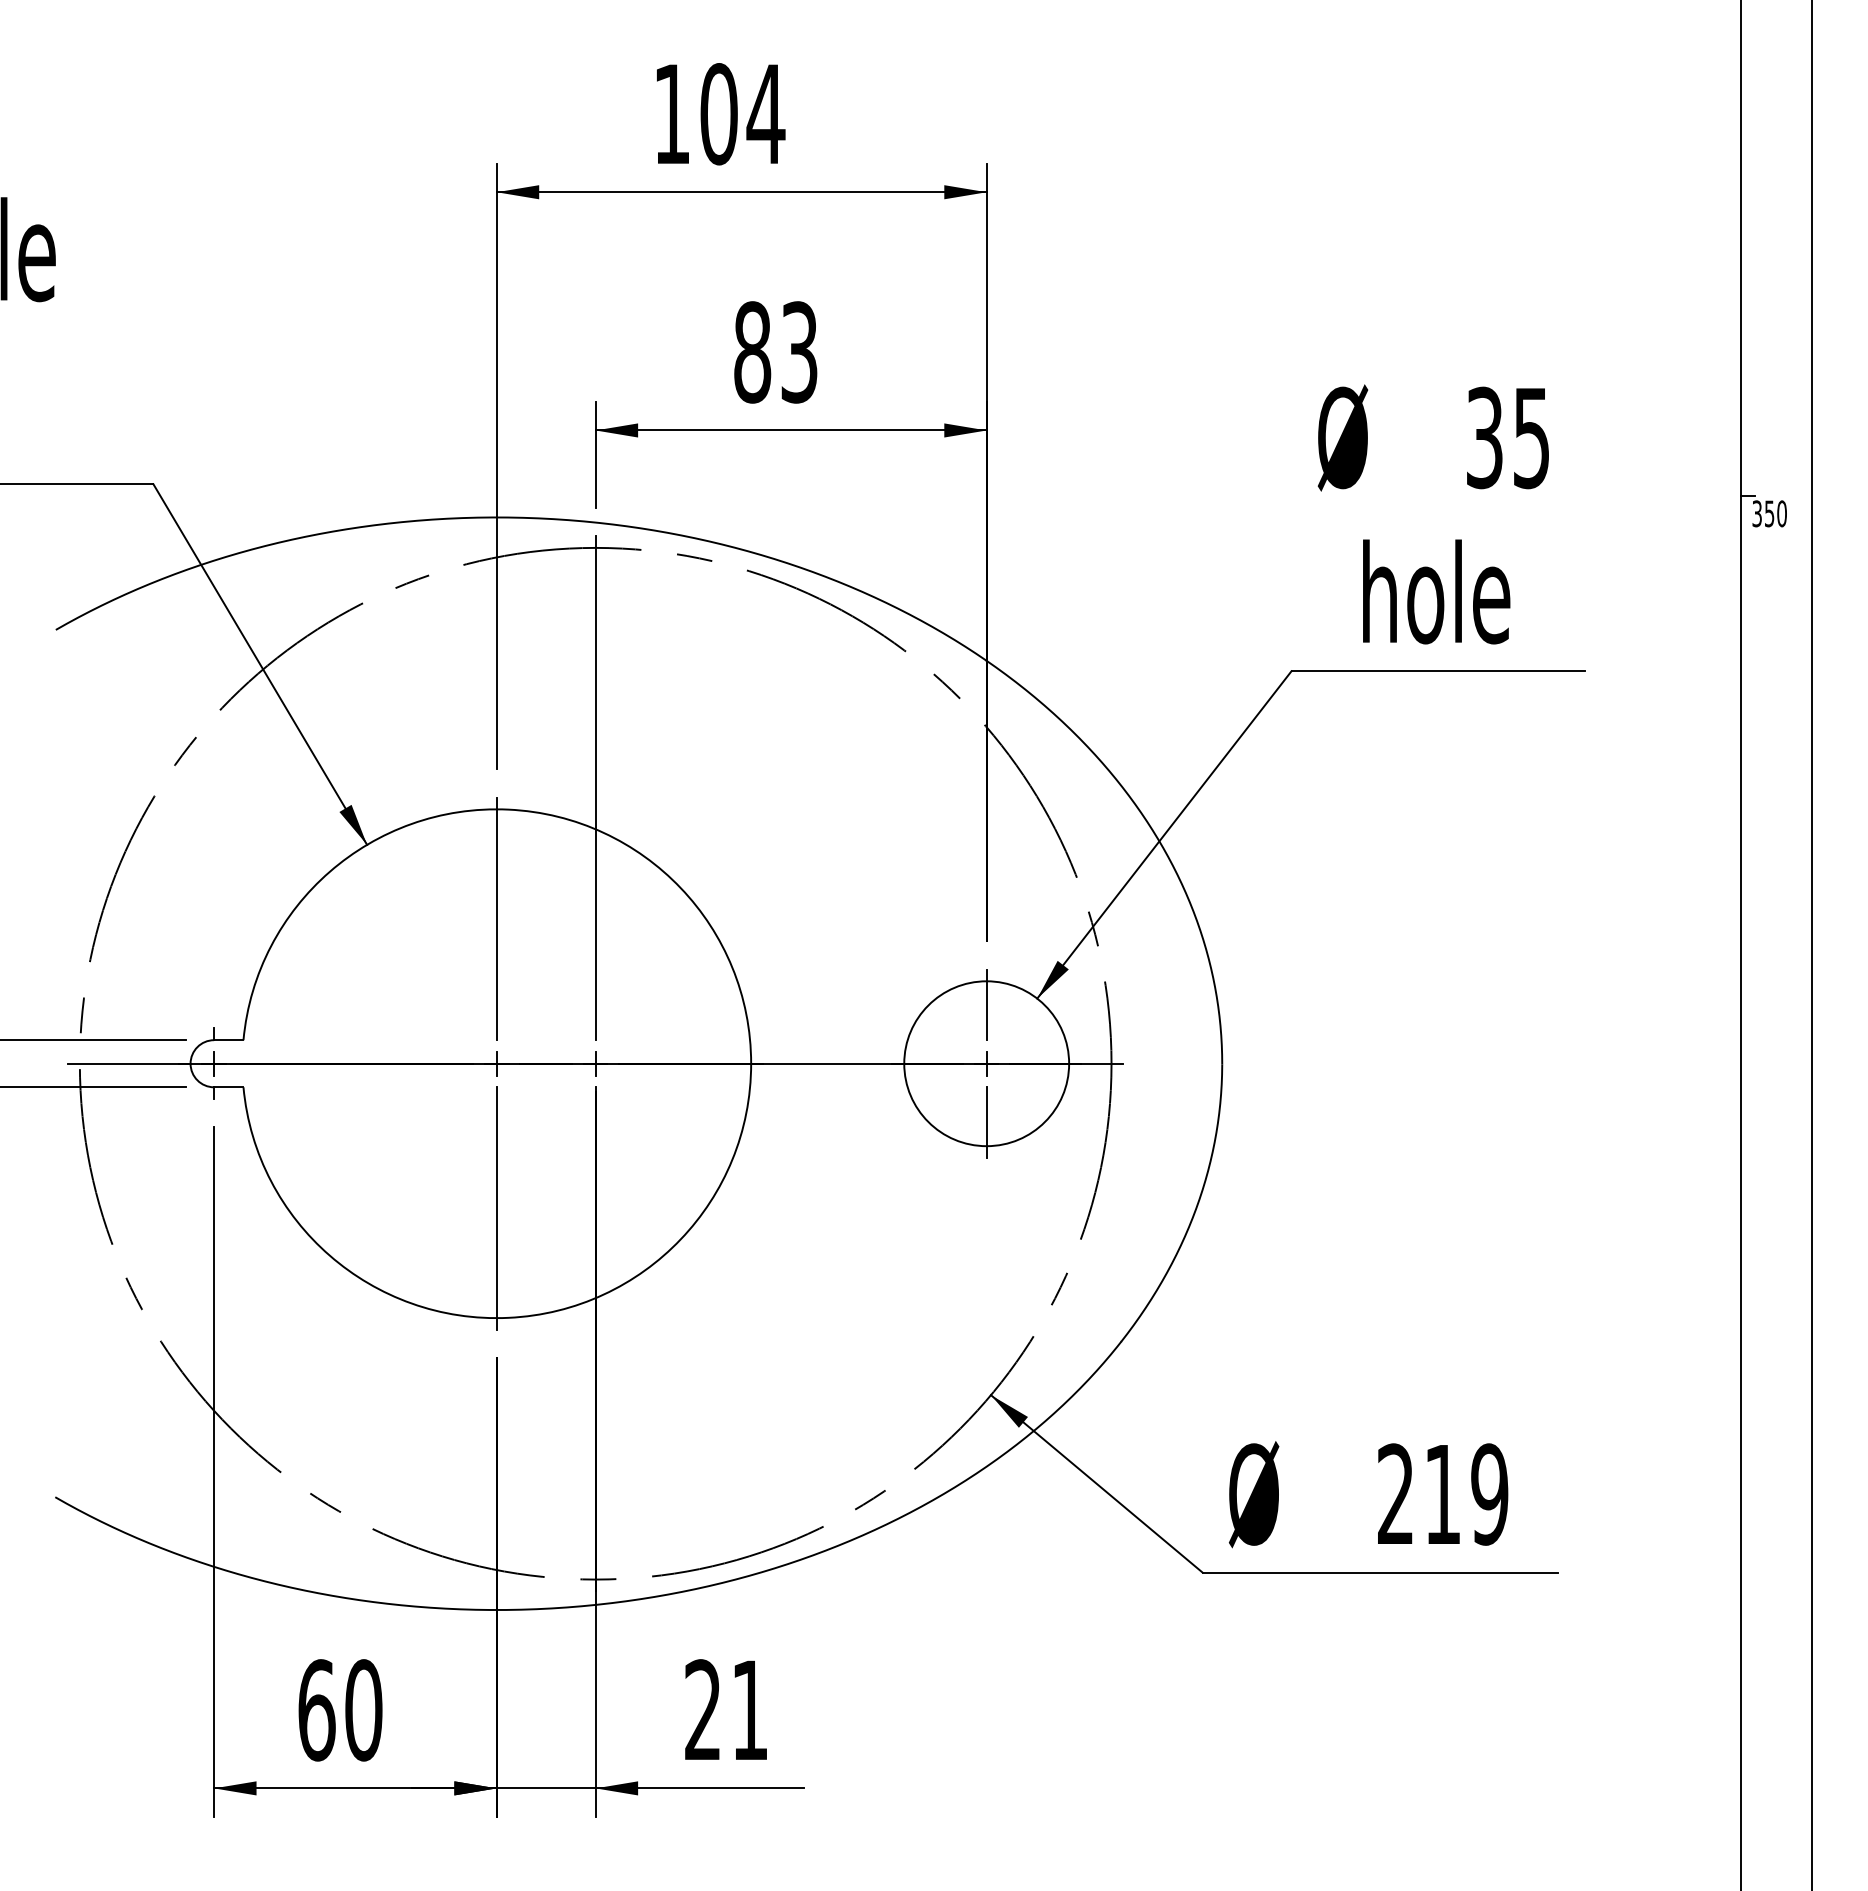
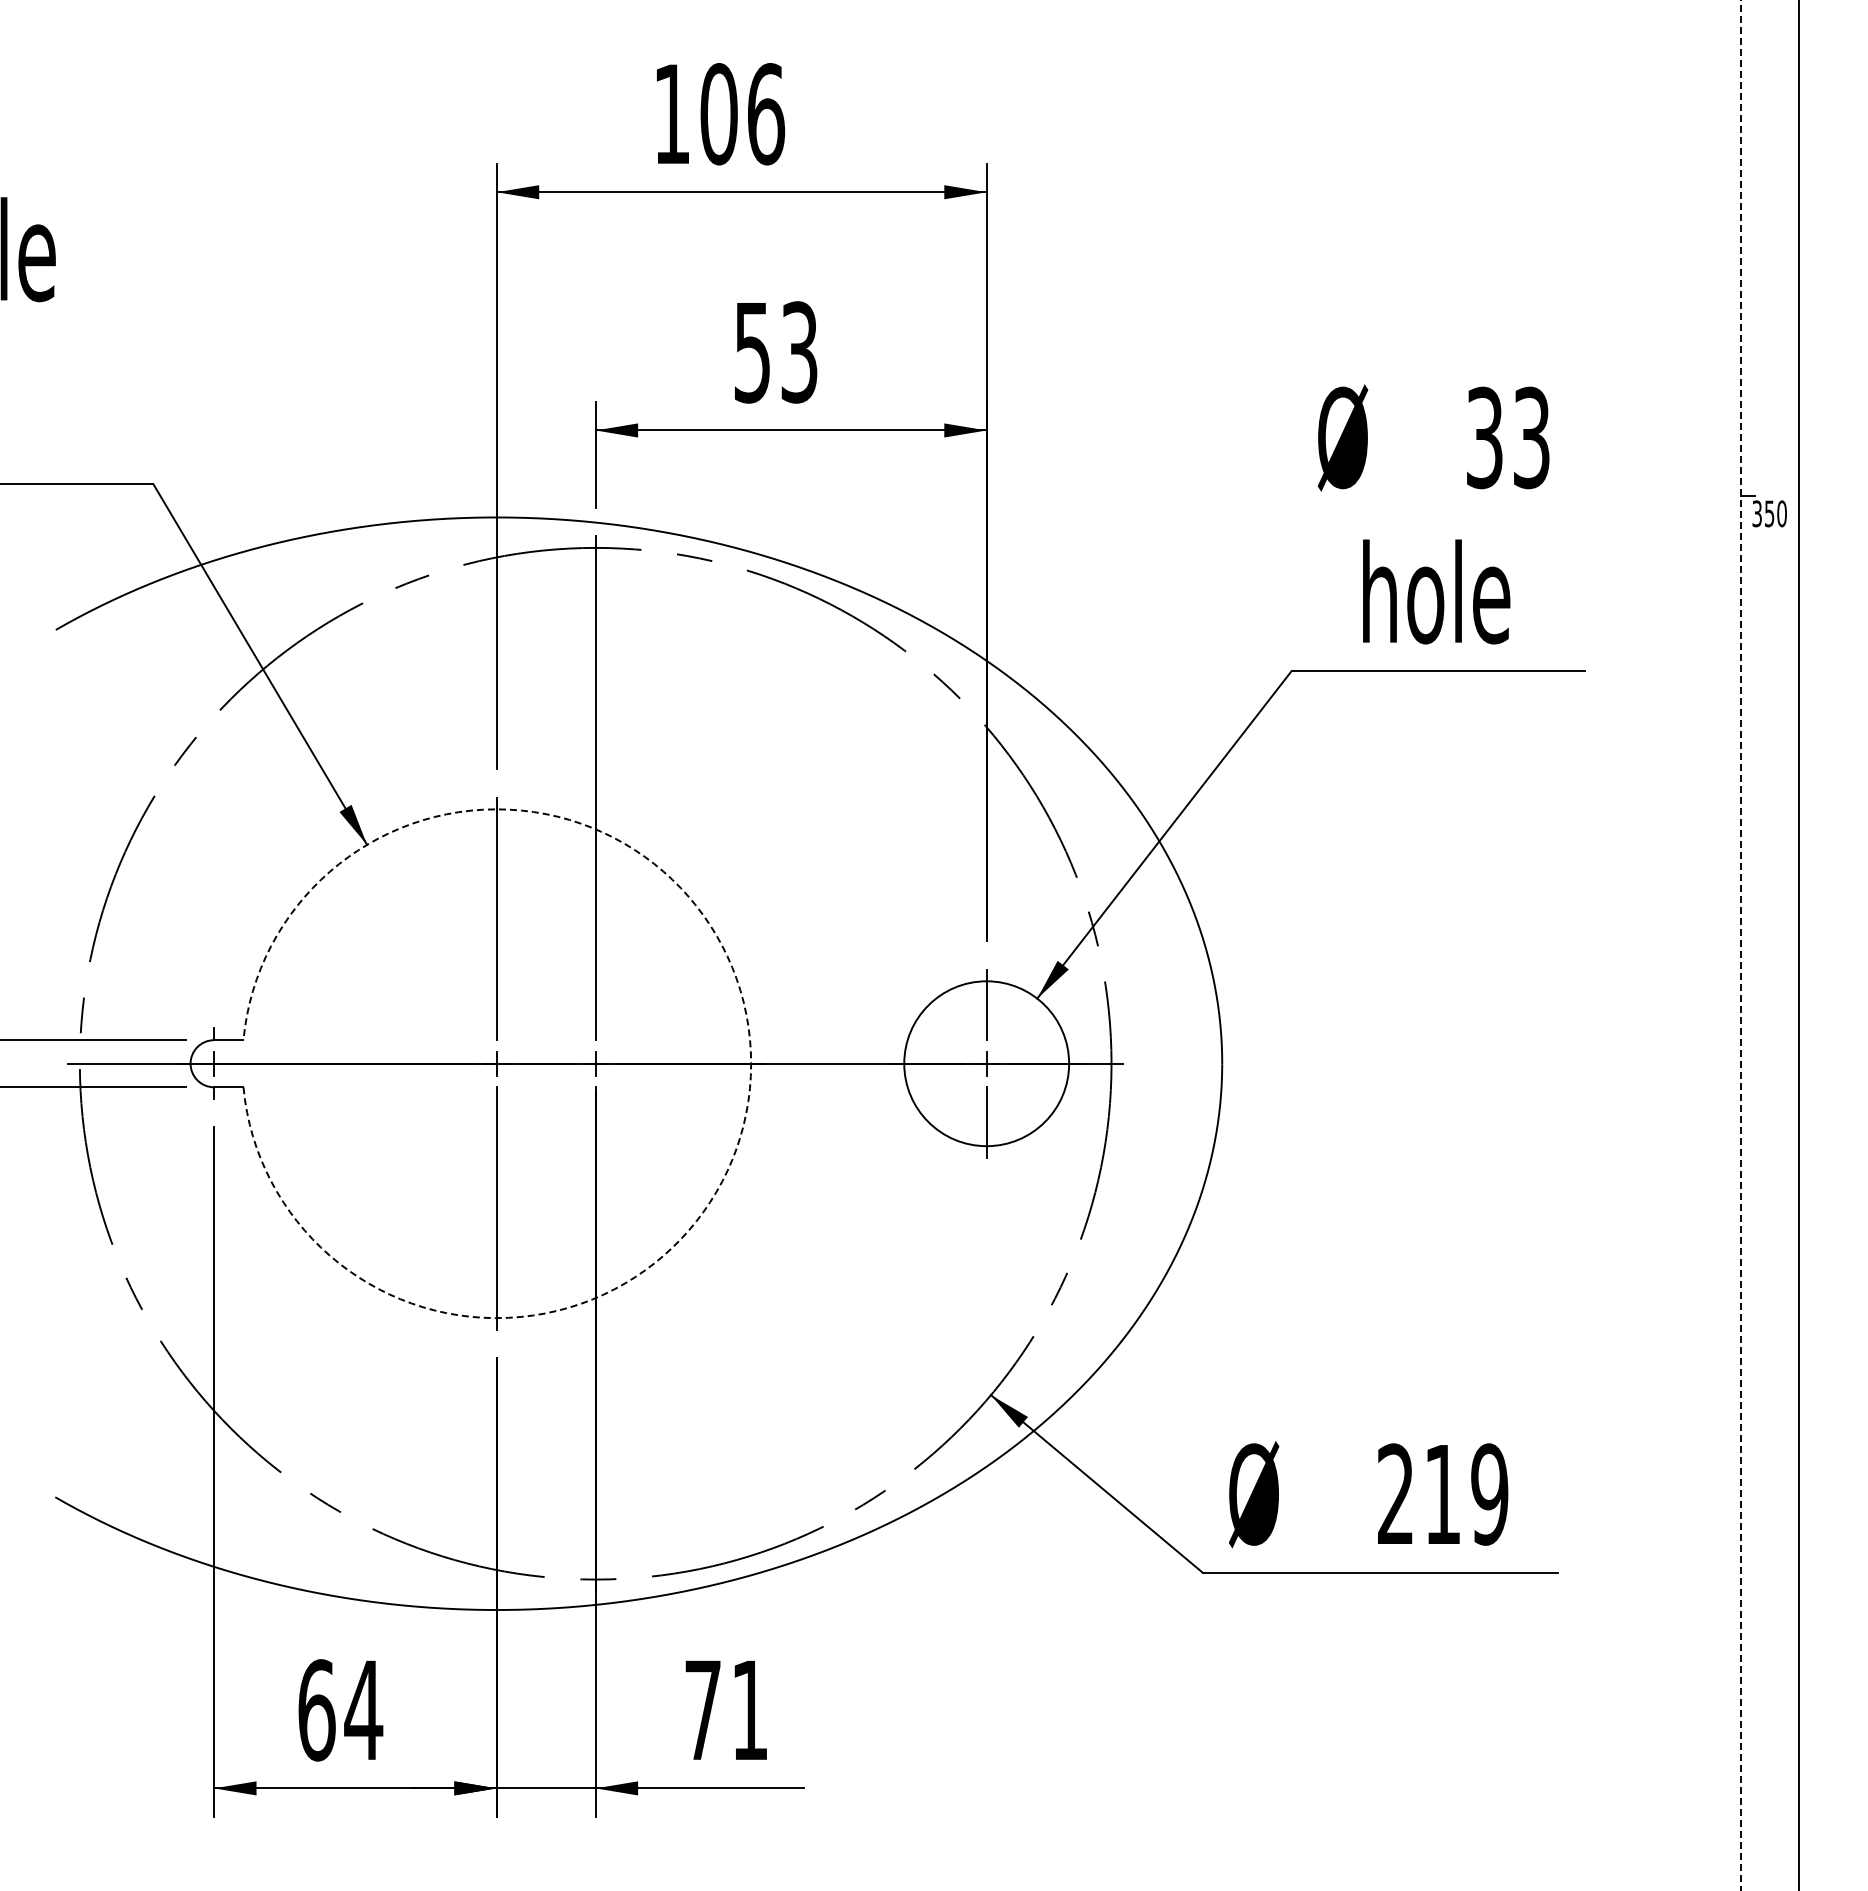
text at (765, 114): 104 -> 106
text at (752, 352): 83 -> 53
text at (1531, 437): 35 -> 33
line at (1811, 944) position: (1811, 944) -> (1798, 944)
line at (1741, 945): solid -> dashed
arc at (751, 1063): solid -> dashed
text at (702, 1709): 21 -> 71
text at (363, 1710): 60 -> 64
